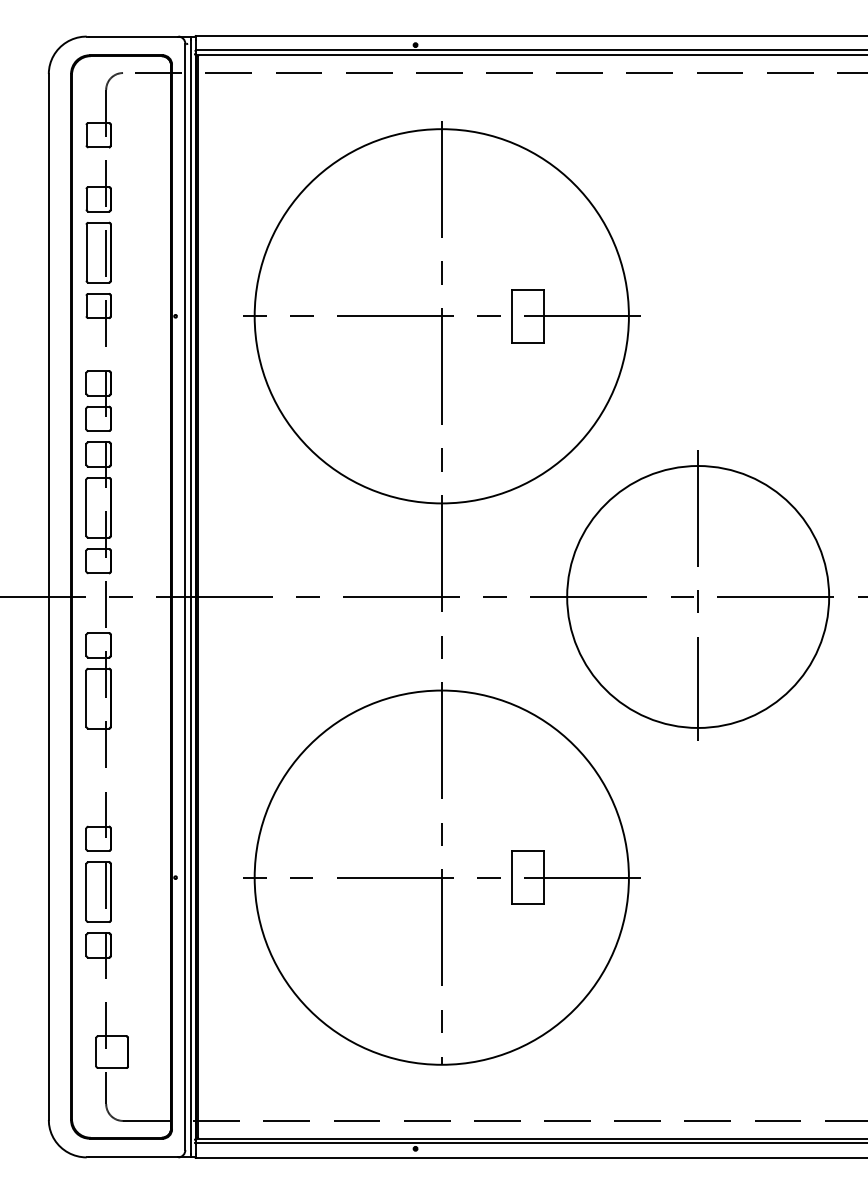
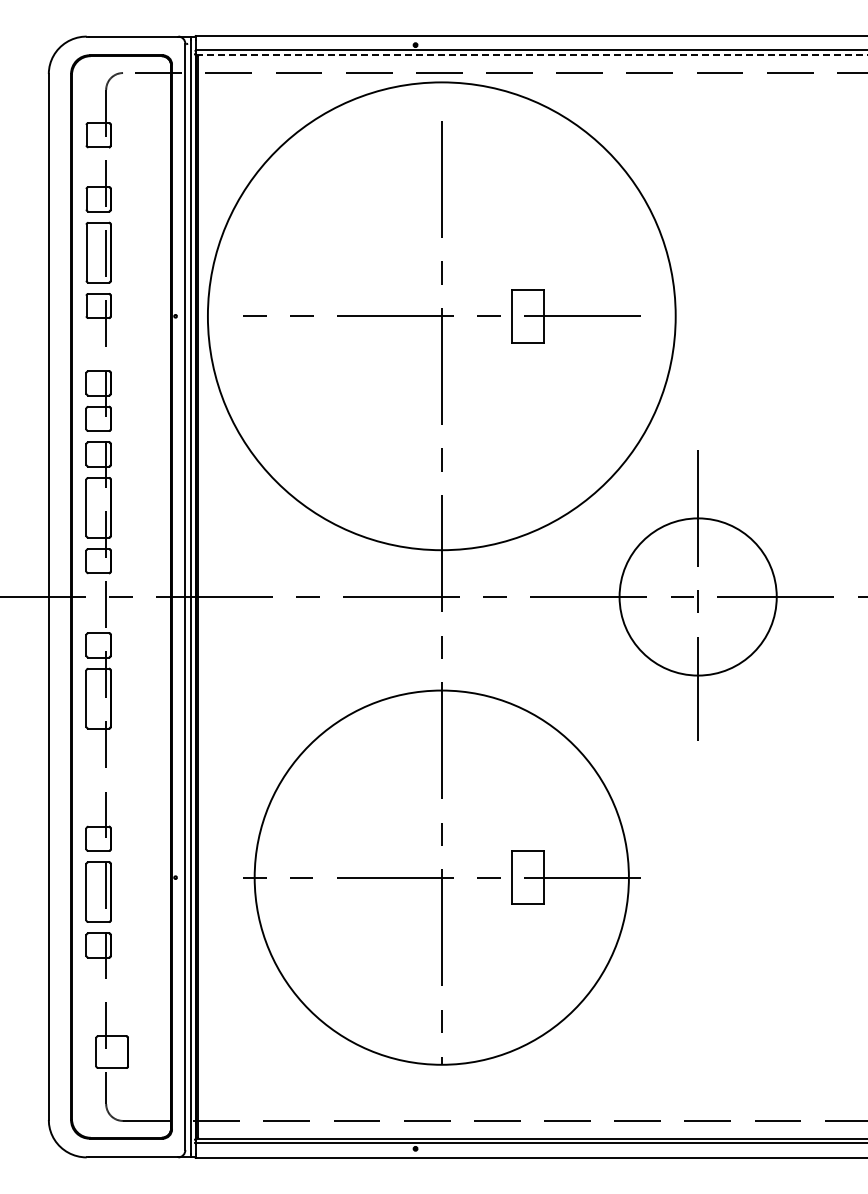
line at (531, 54): solid -> dashed
circle at (441, 316) diameter: 374 px -> 468 px
circle at (698, 596) diameter: 262 px -> 157 px
